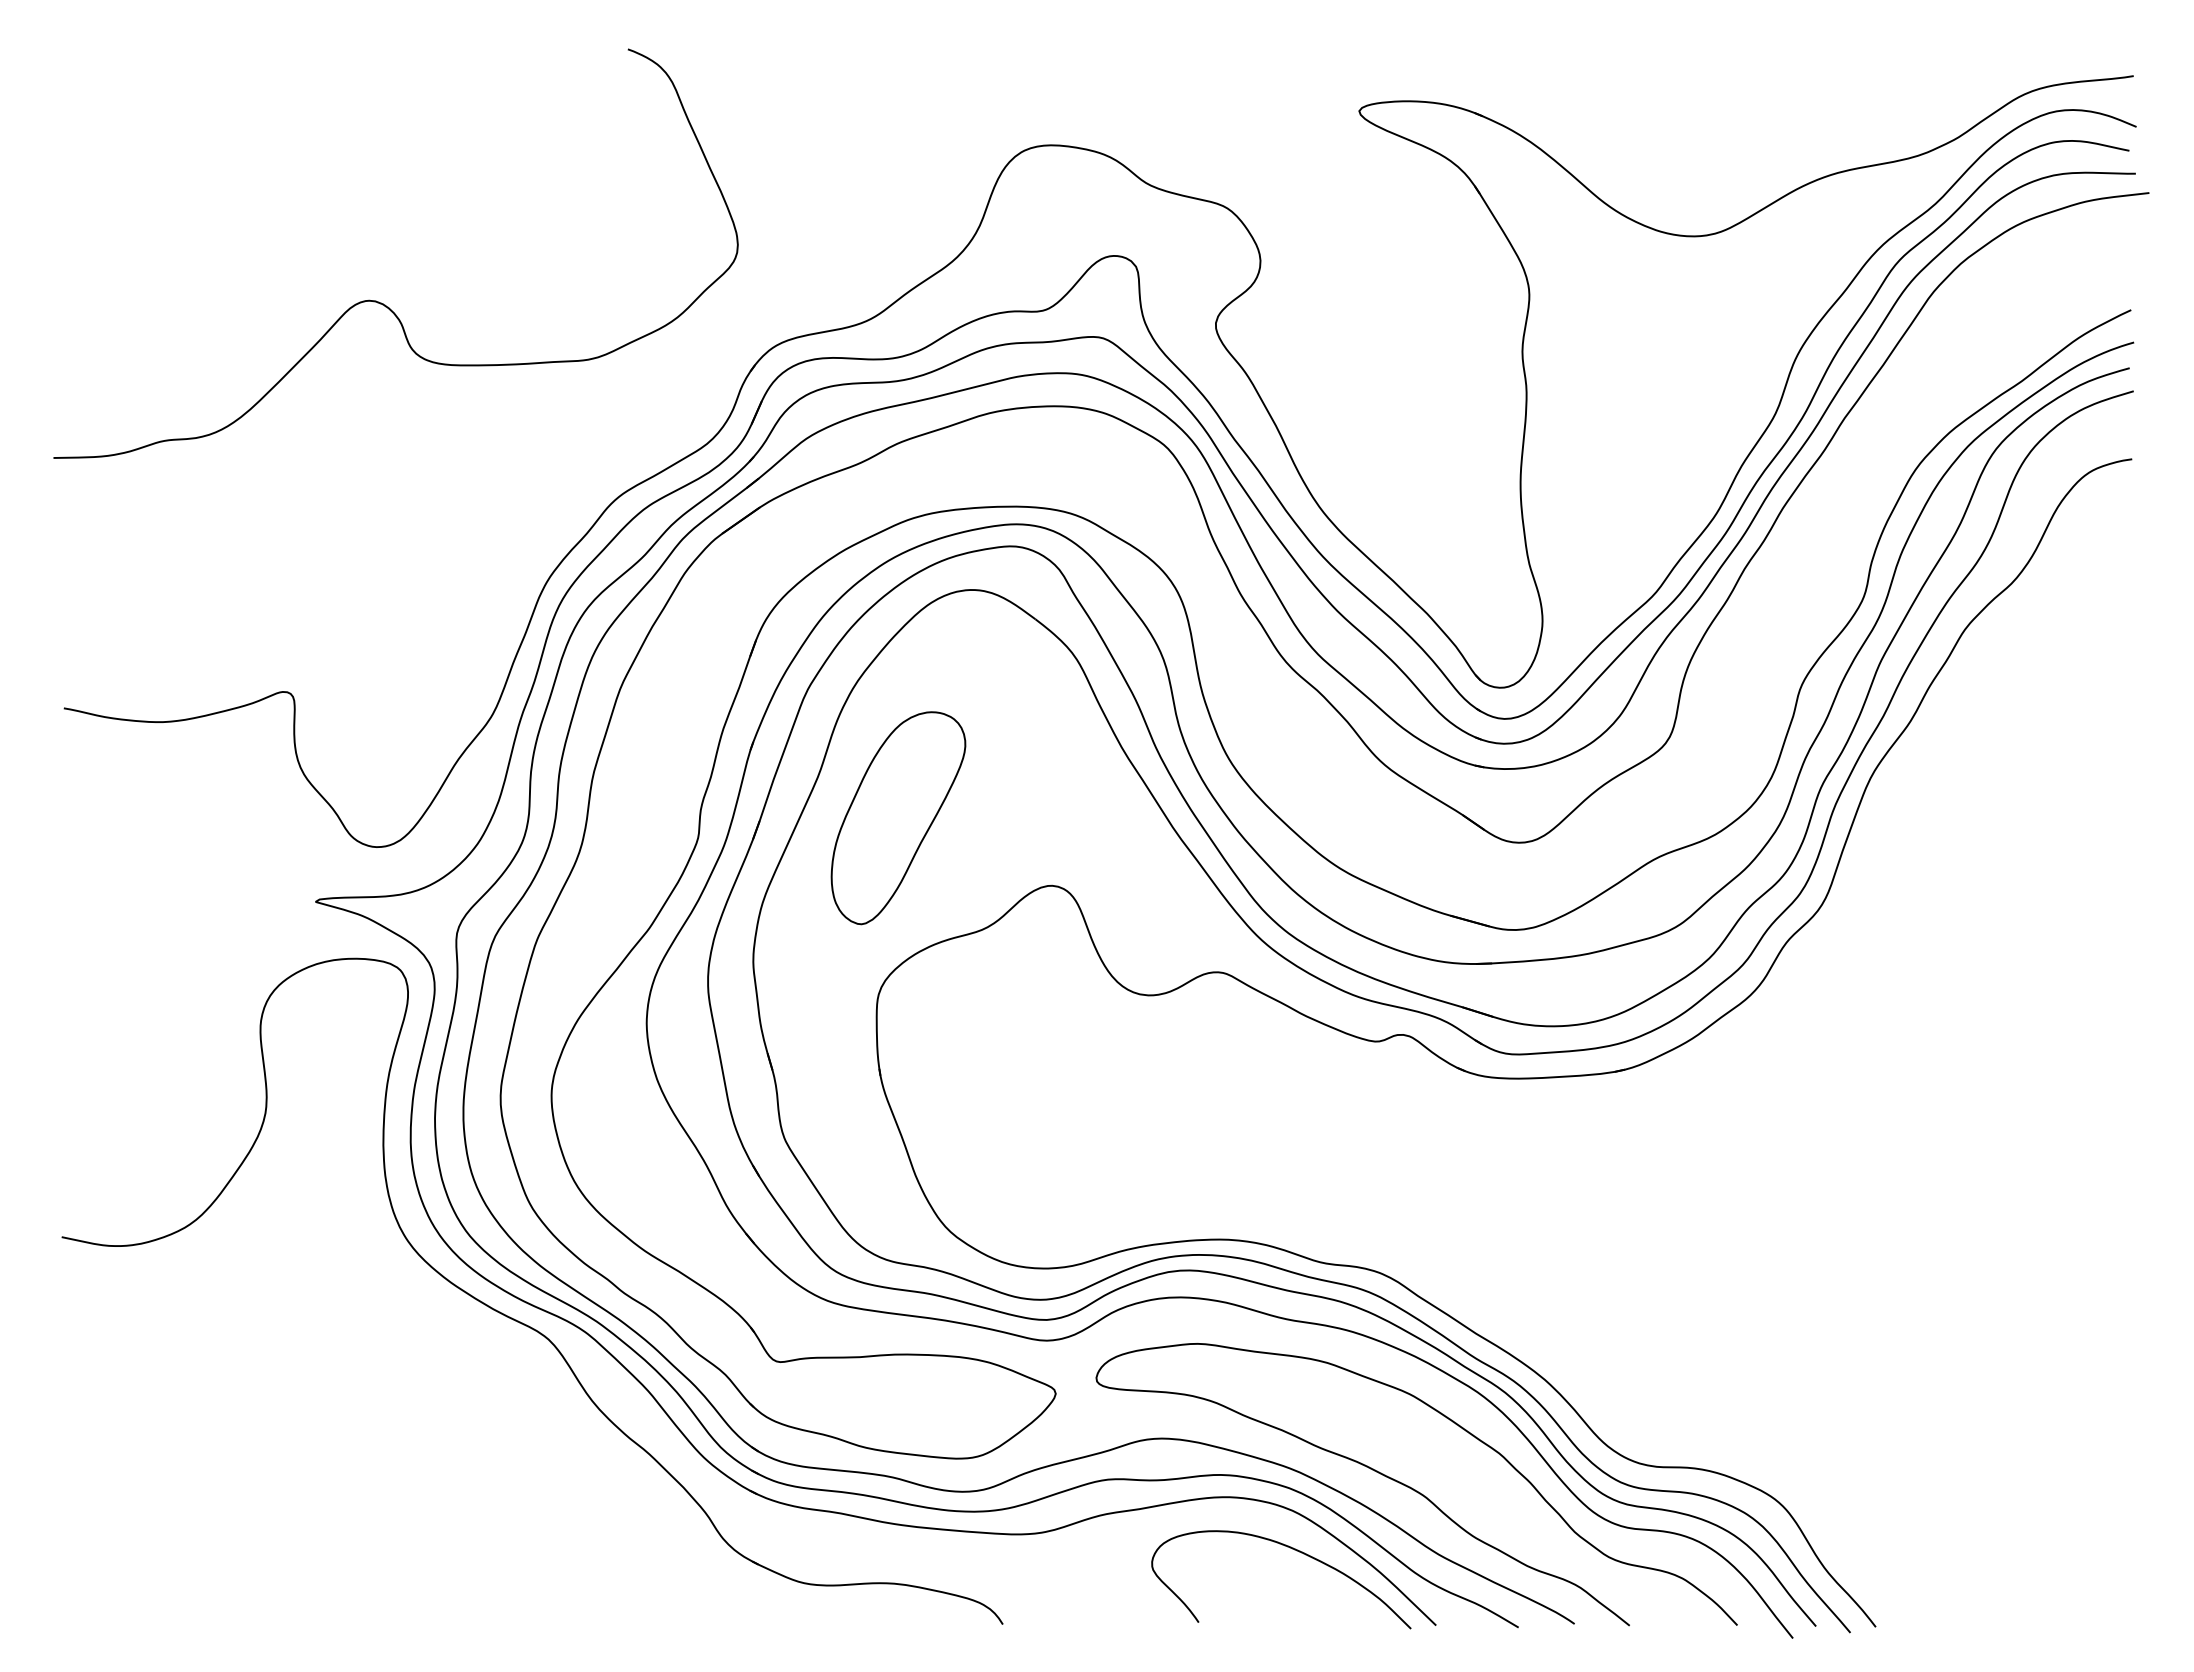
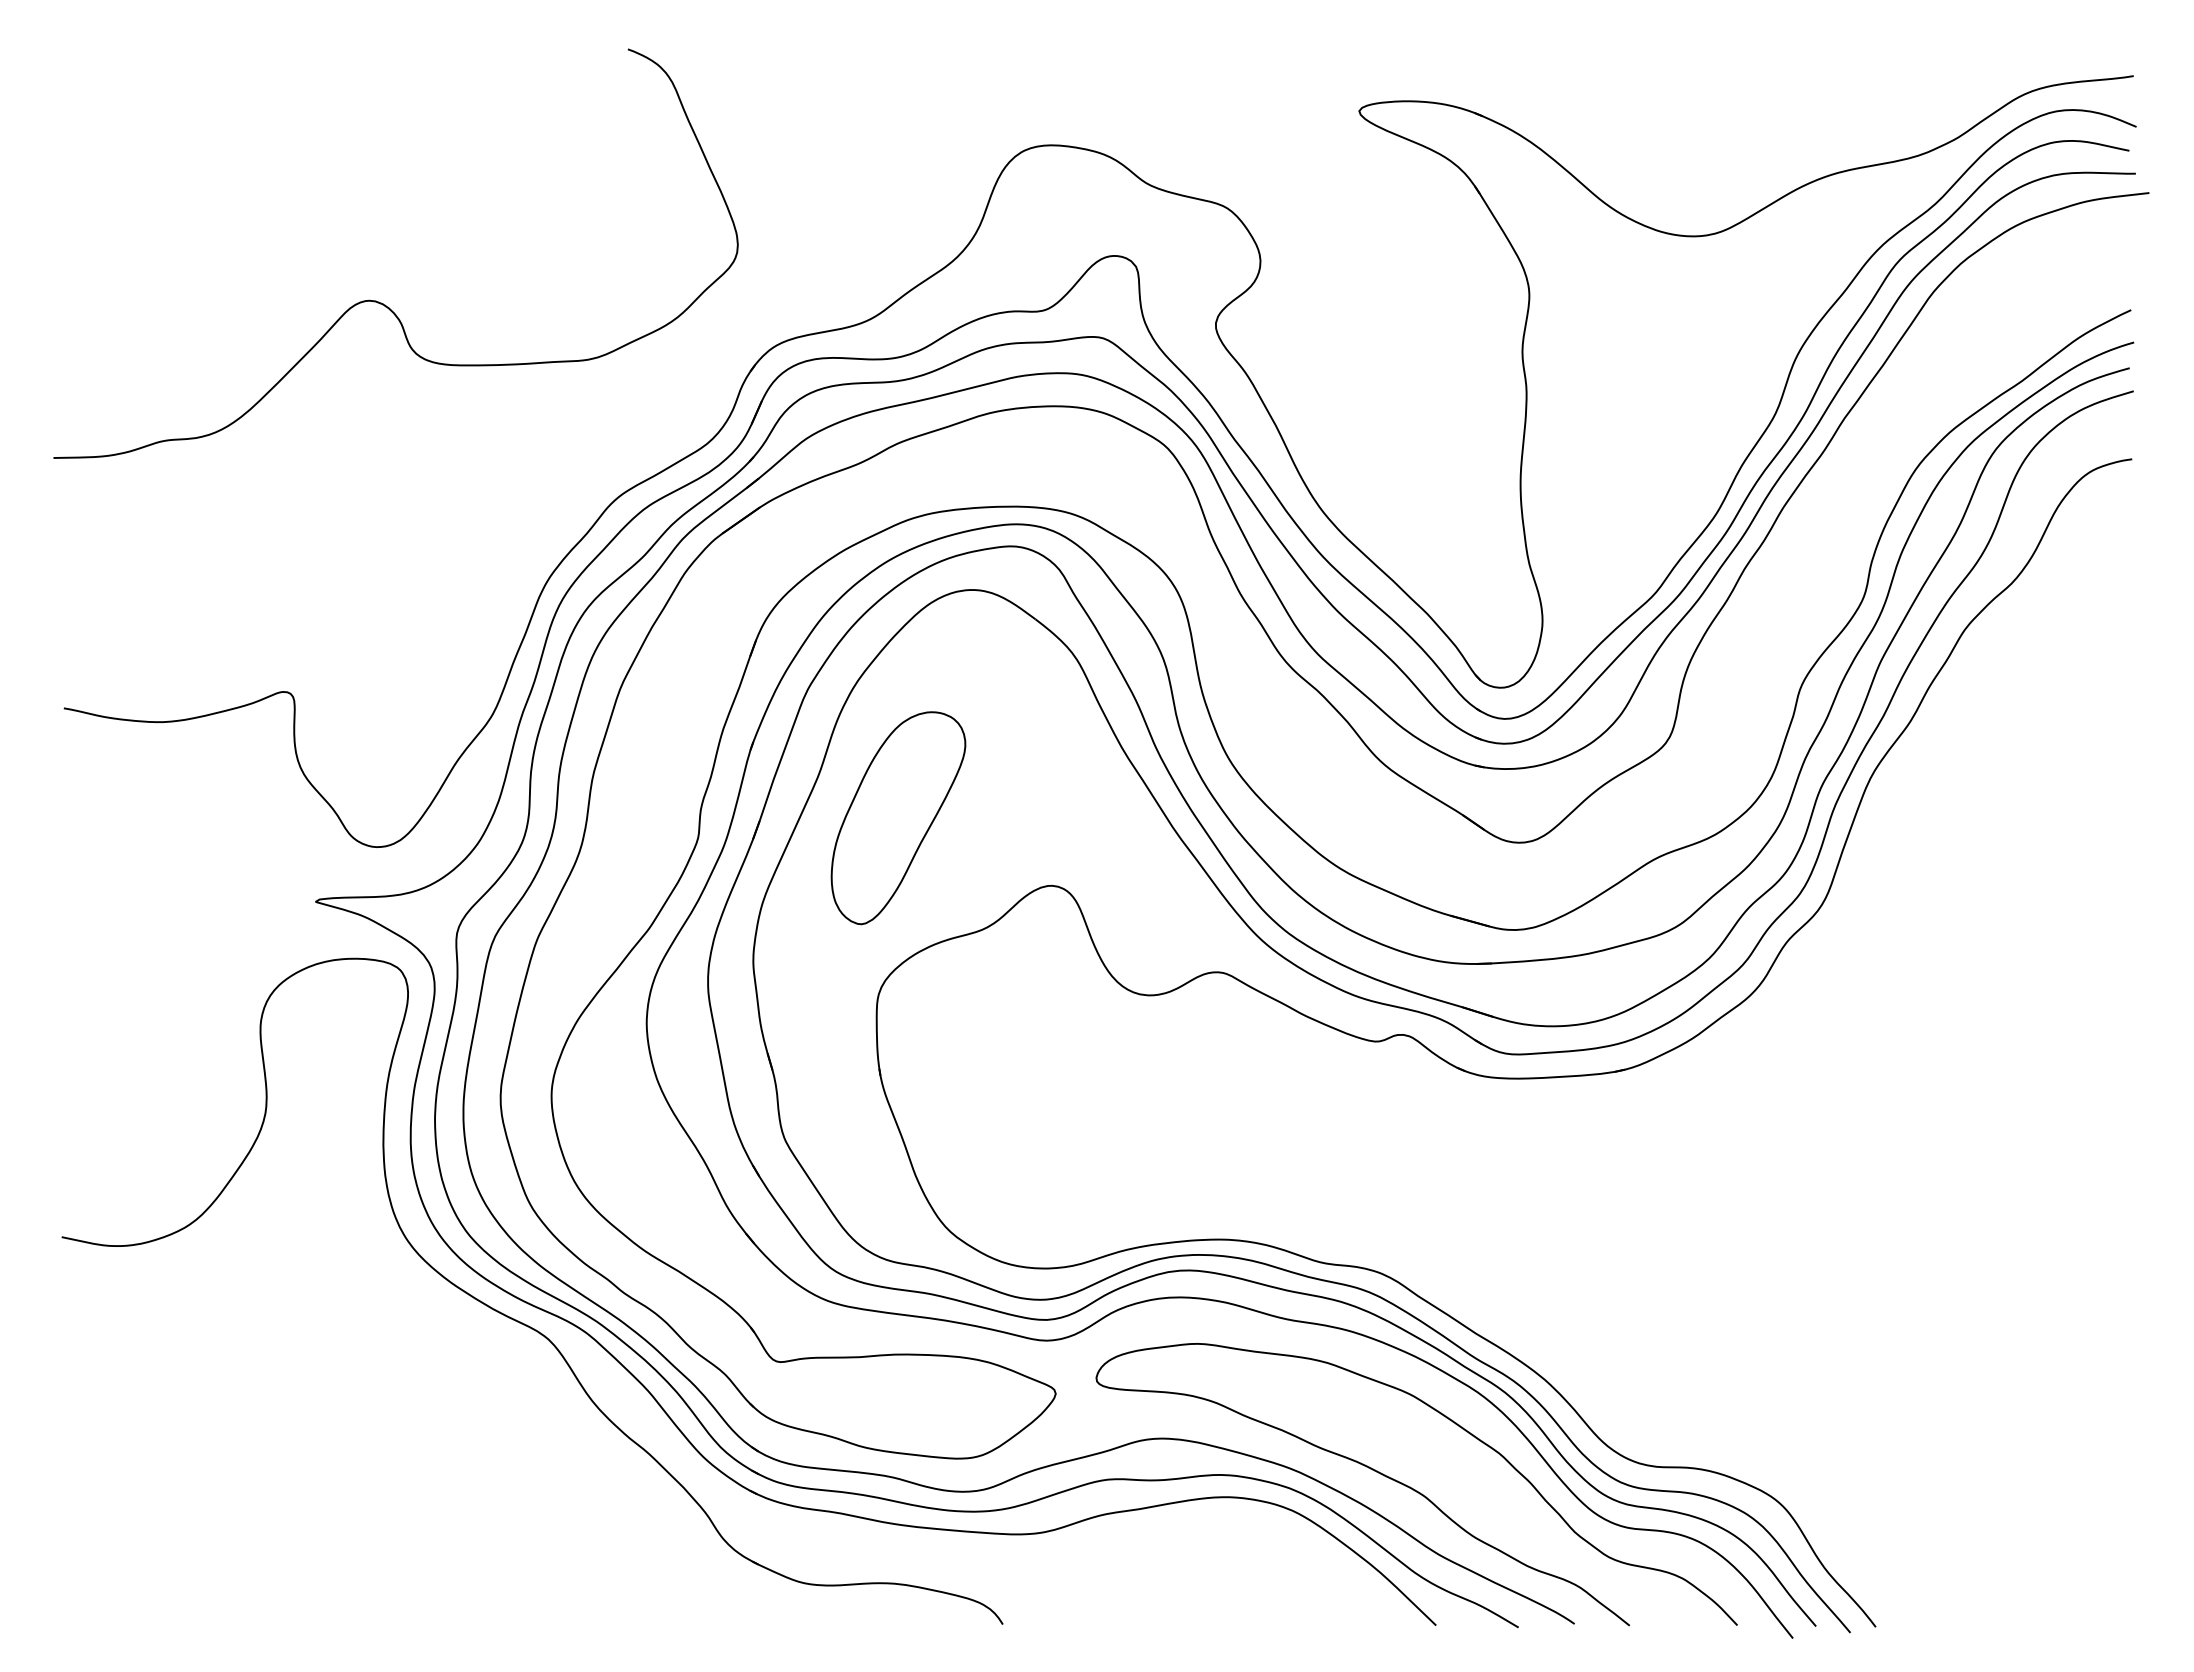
curve at (1296, 1551): present -> none
